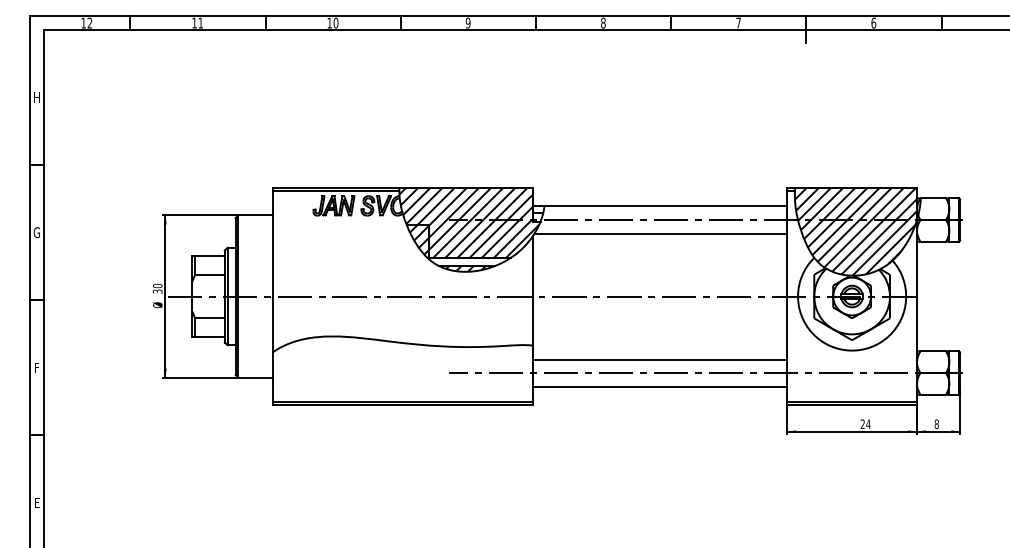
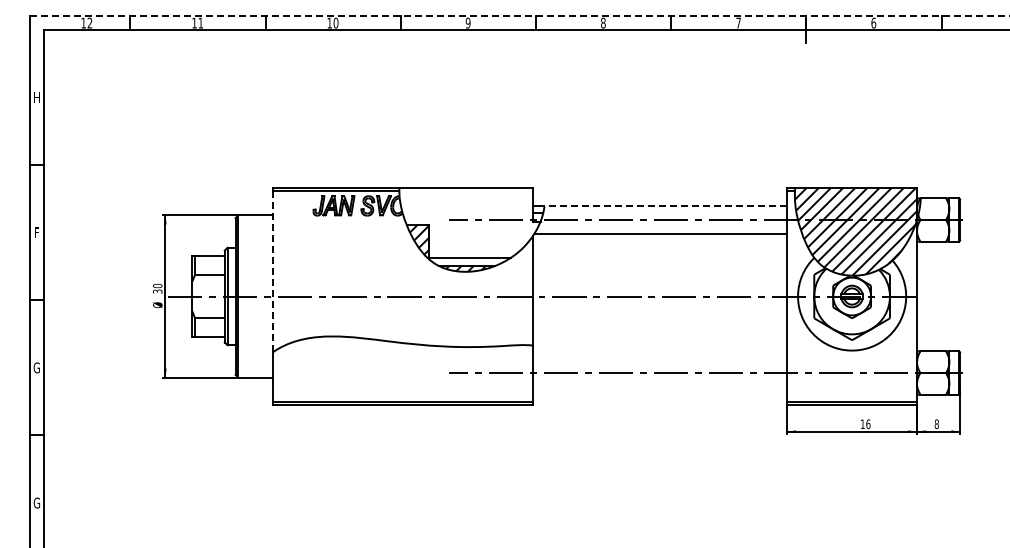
line at (519, 16): solid -> dashed
line at (665, 206): solid -> dashed
hatch at (469, 222): present -> none
text at (36, 232): G -> F
line at (273, 272): solid -> dashed
line at (660, 359): present -> none
text at (36, 367): F -> G
line at (660, 386): present -> none
text at (865, 424): 24 -> 16
text at (36, 502): E -> G
